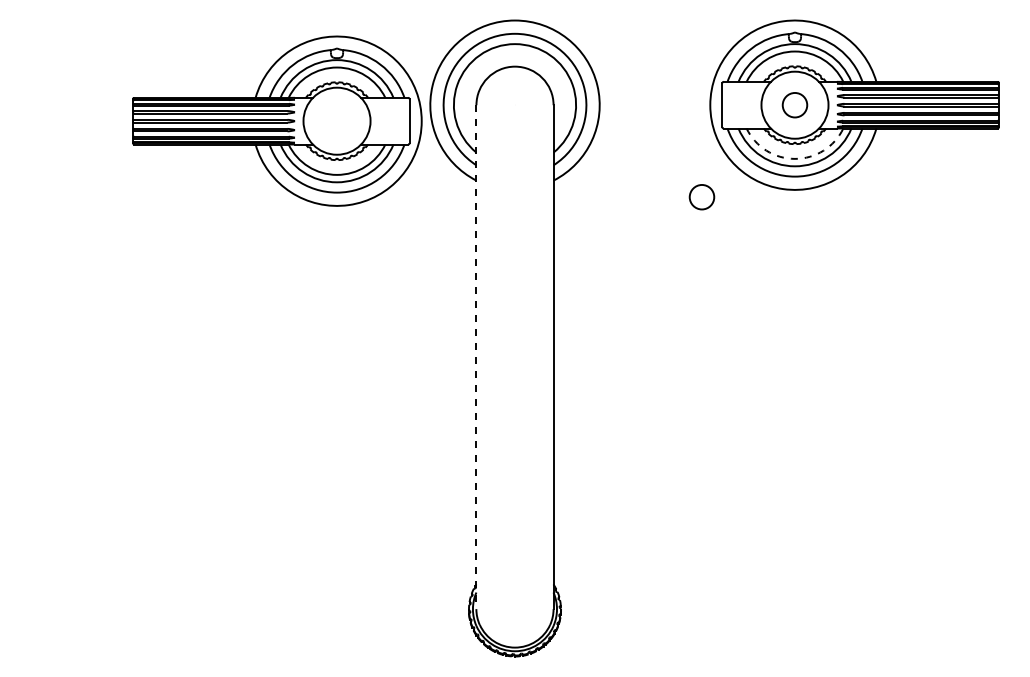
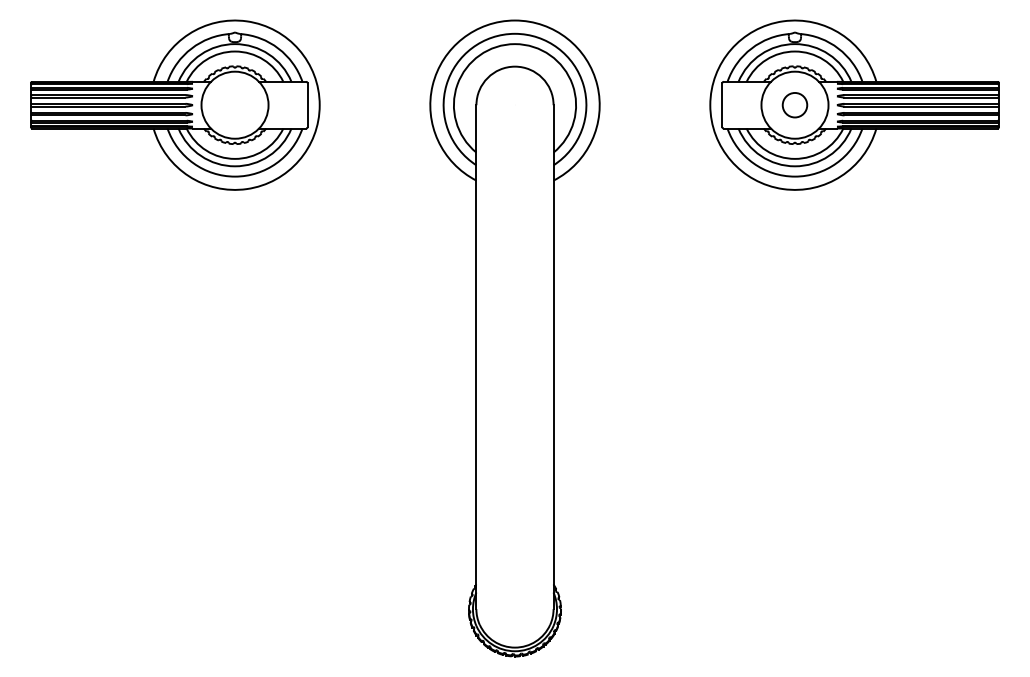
part at (277, 120) position: (277, 120) -> (175, 104)
arc at (794, 158): dashed -> solid
circle at (701, 197): present -> none
line at (476, 357): dashed -> solid
